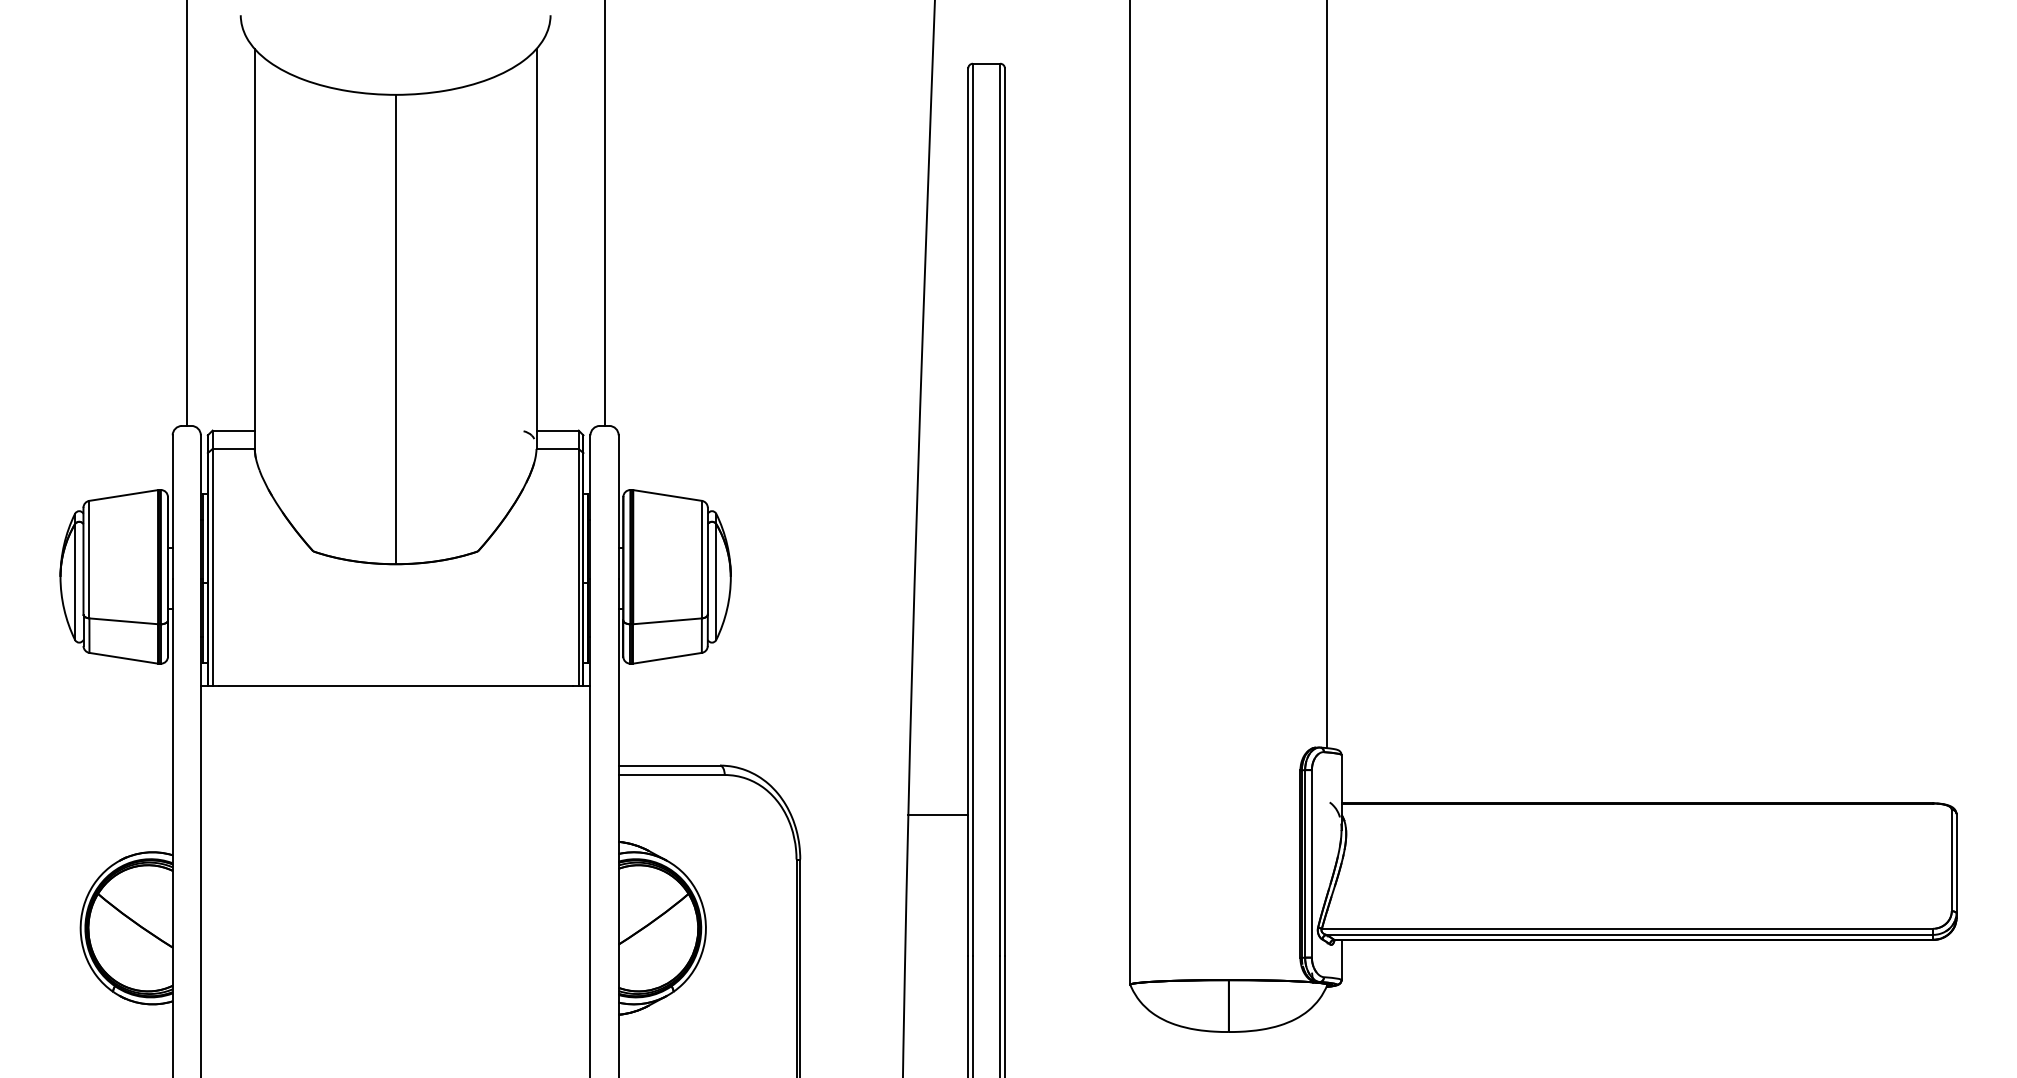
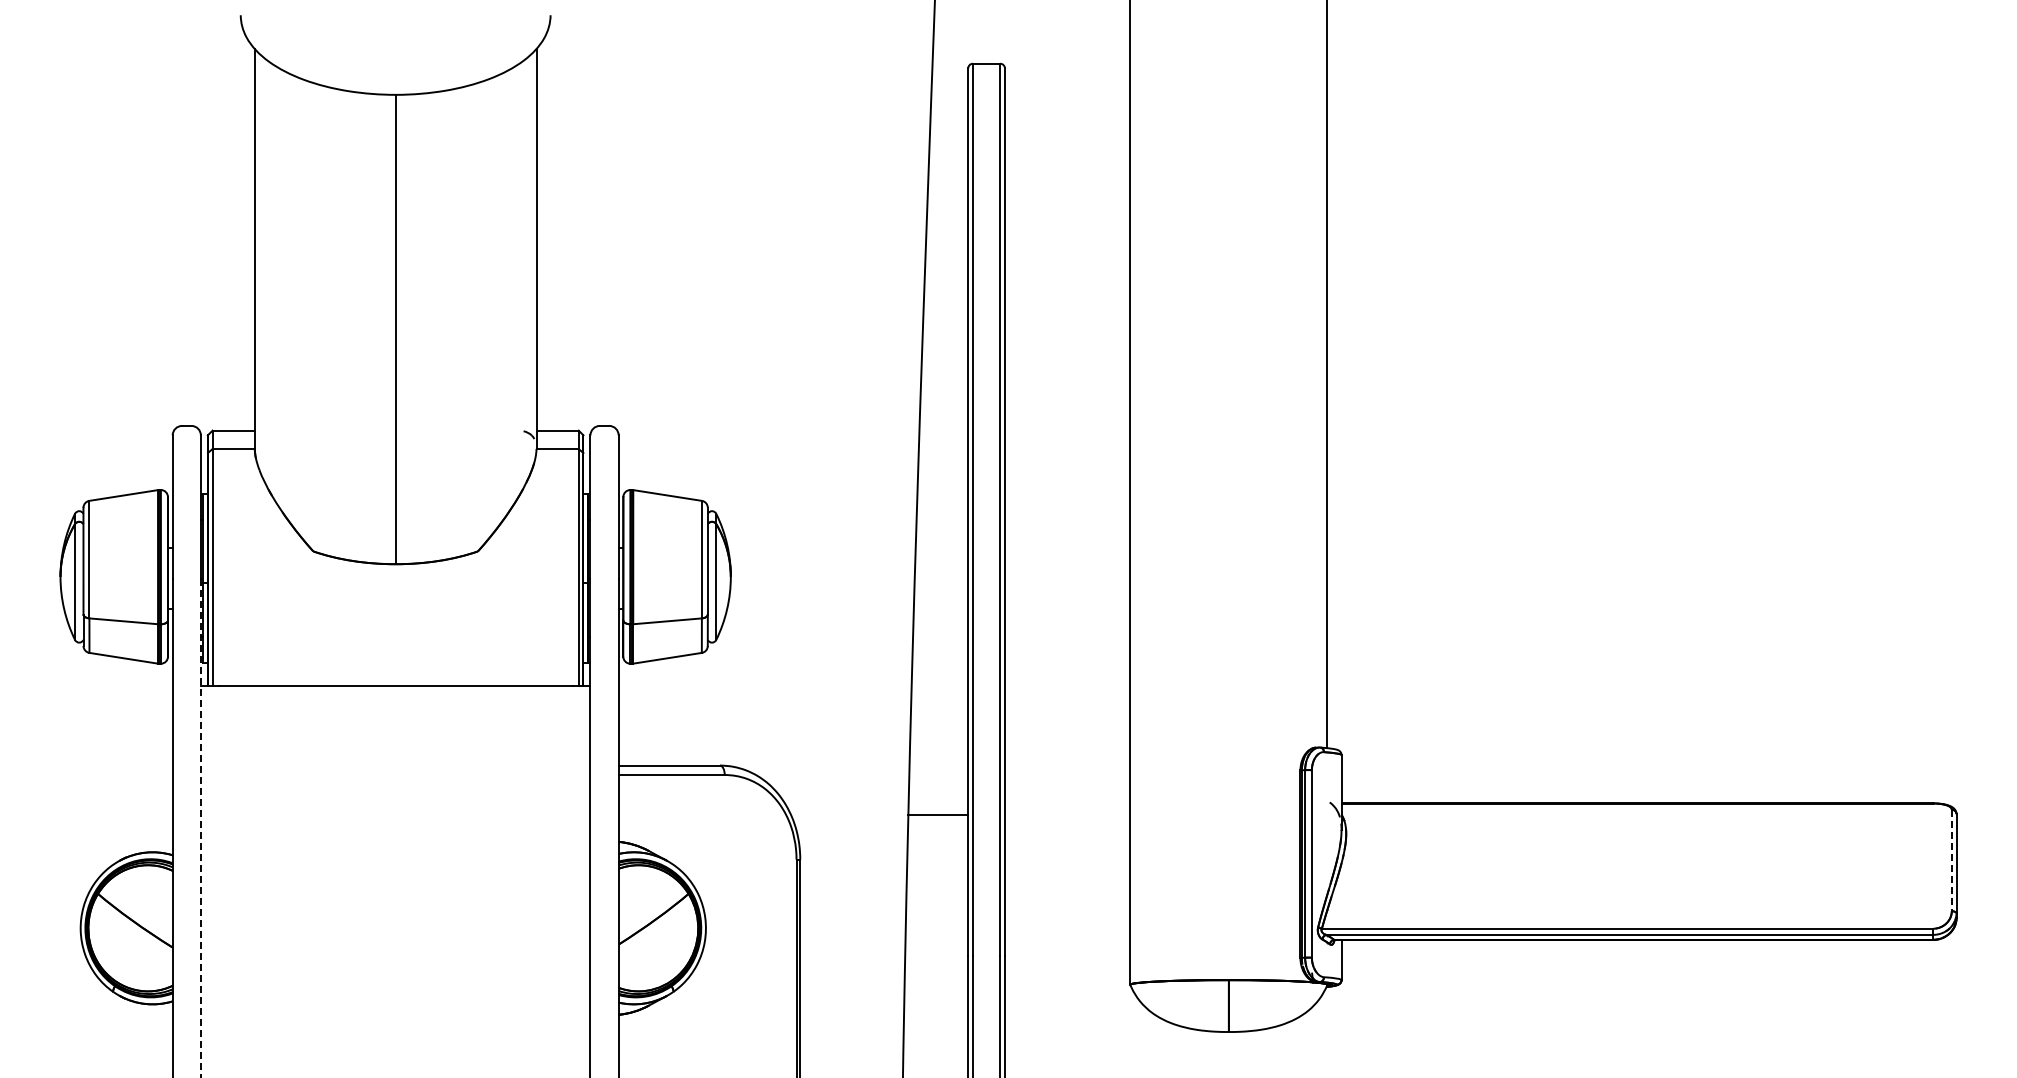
line at (186, 213): present -> none
line at (604, 213): present -> none
line at (200, 828): solid -> dashed
line at (1951, 860): solid -> dashed
